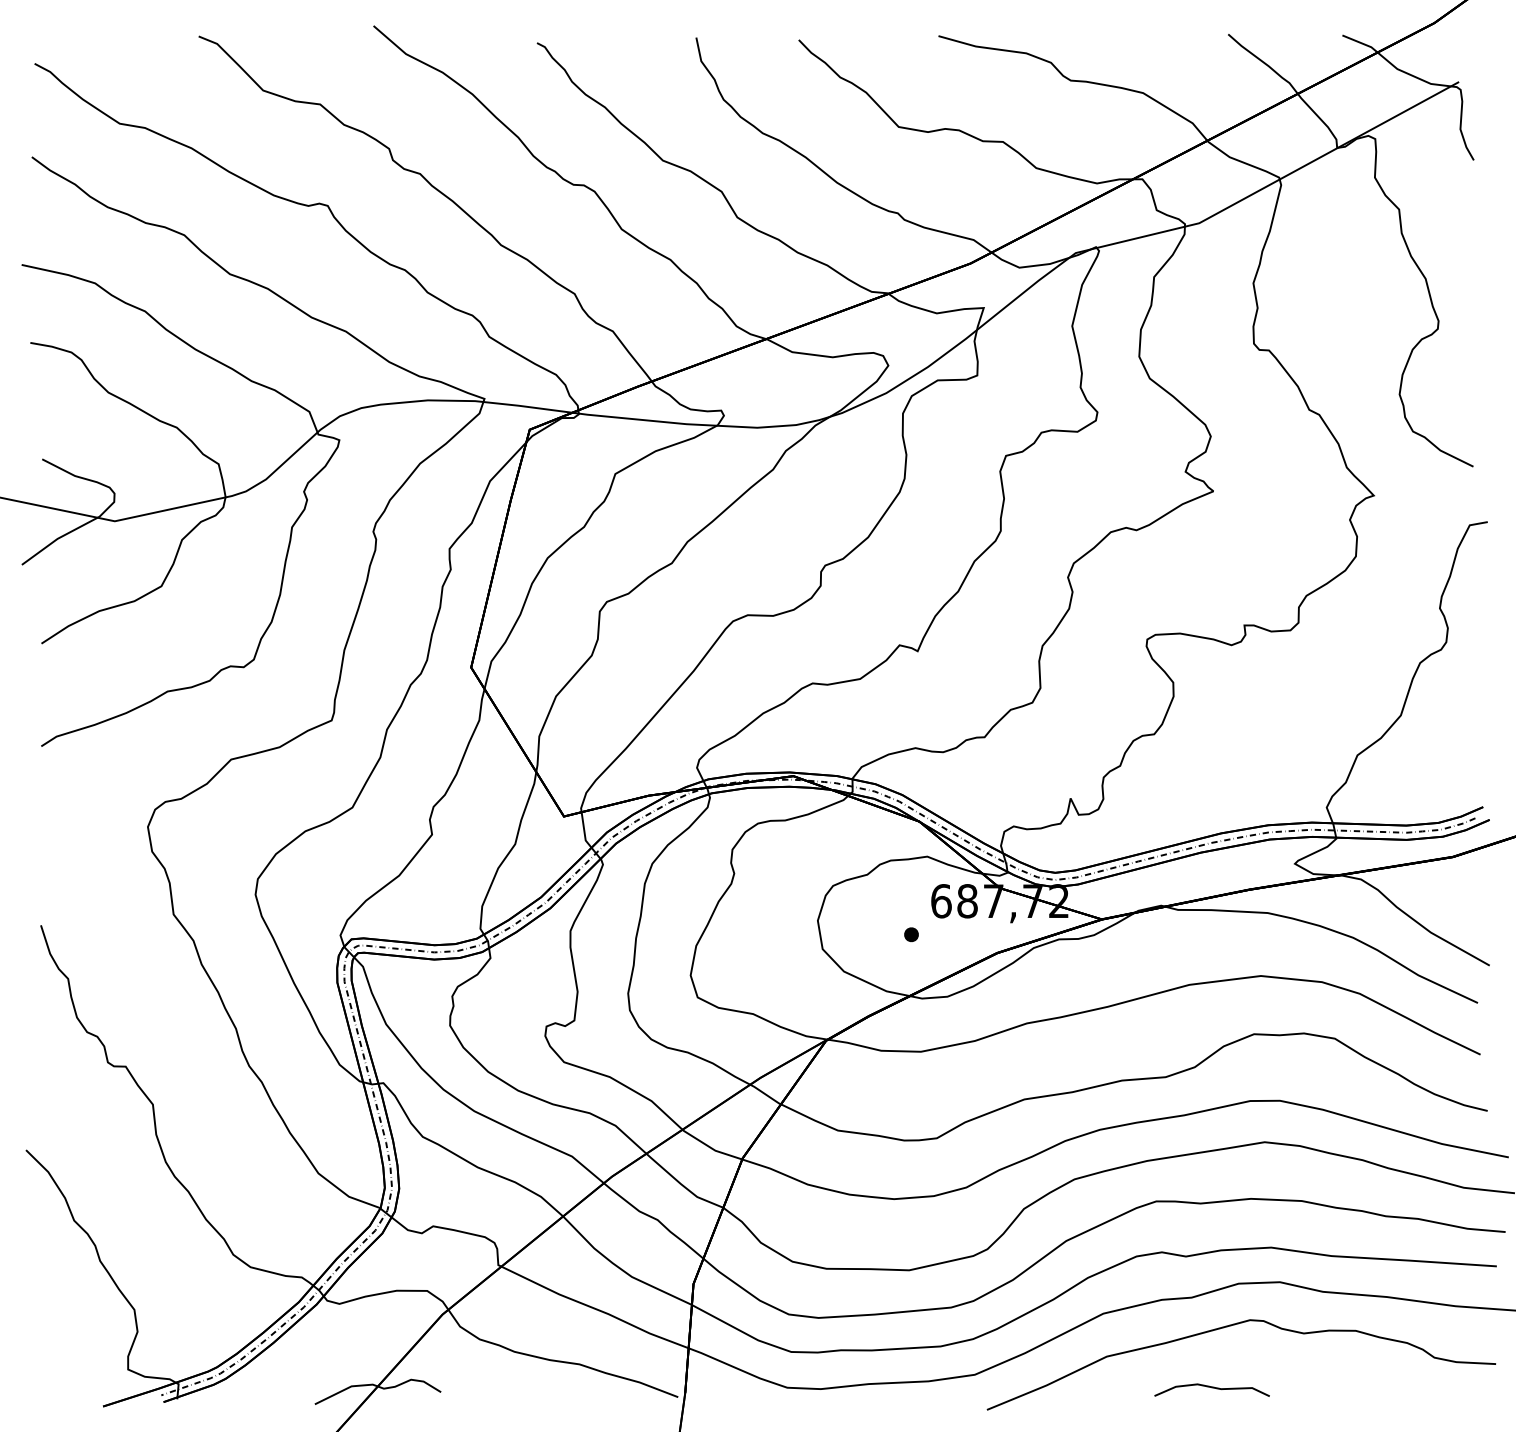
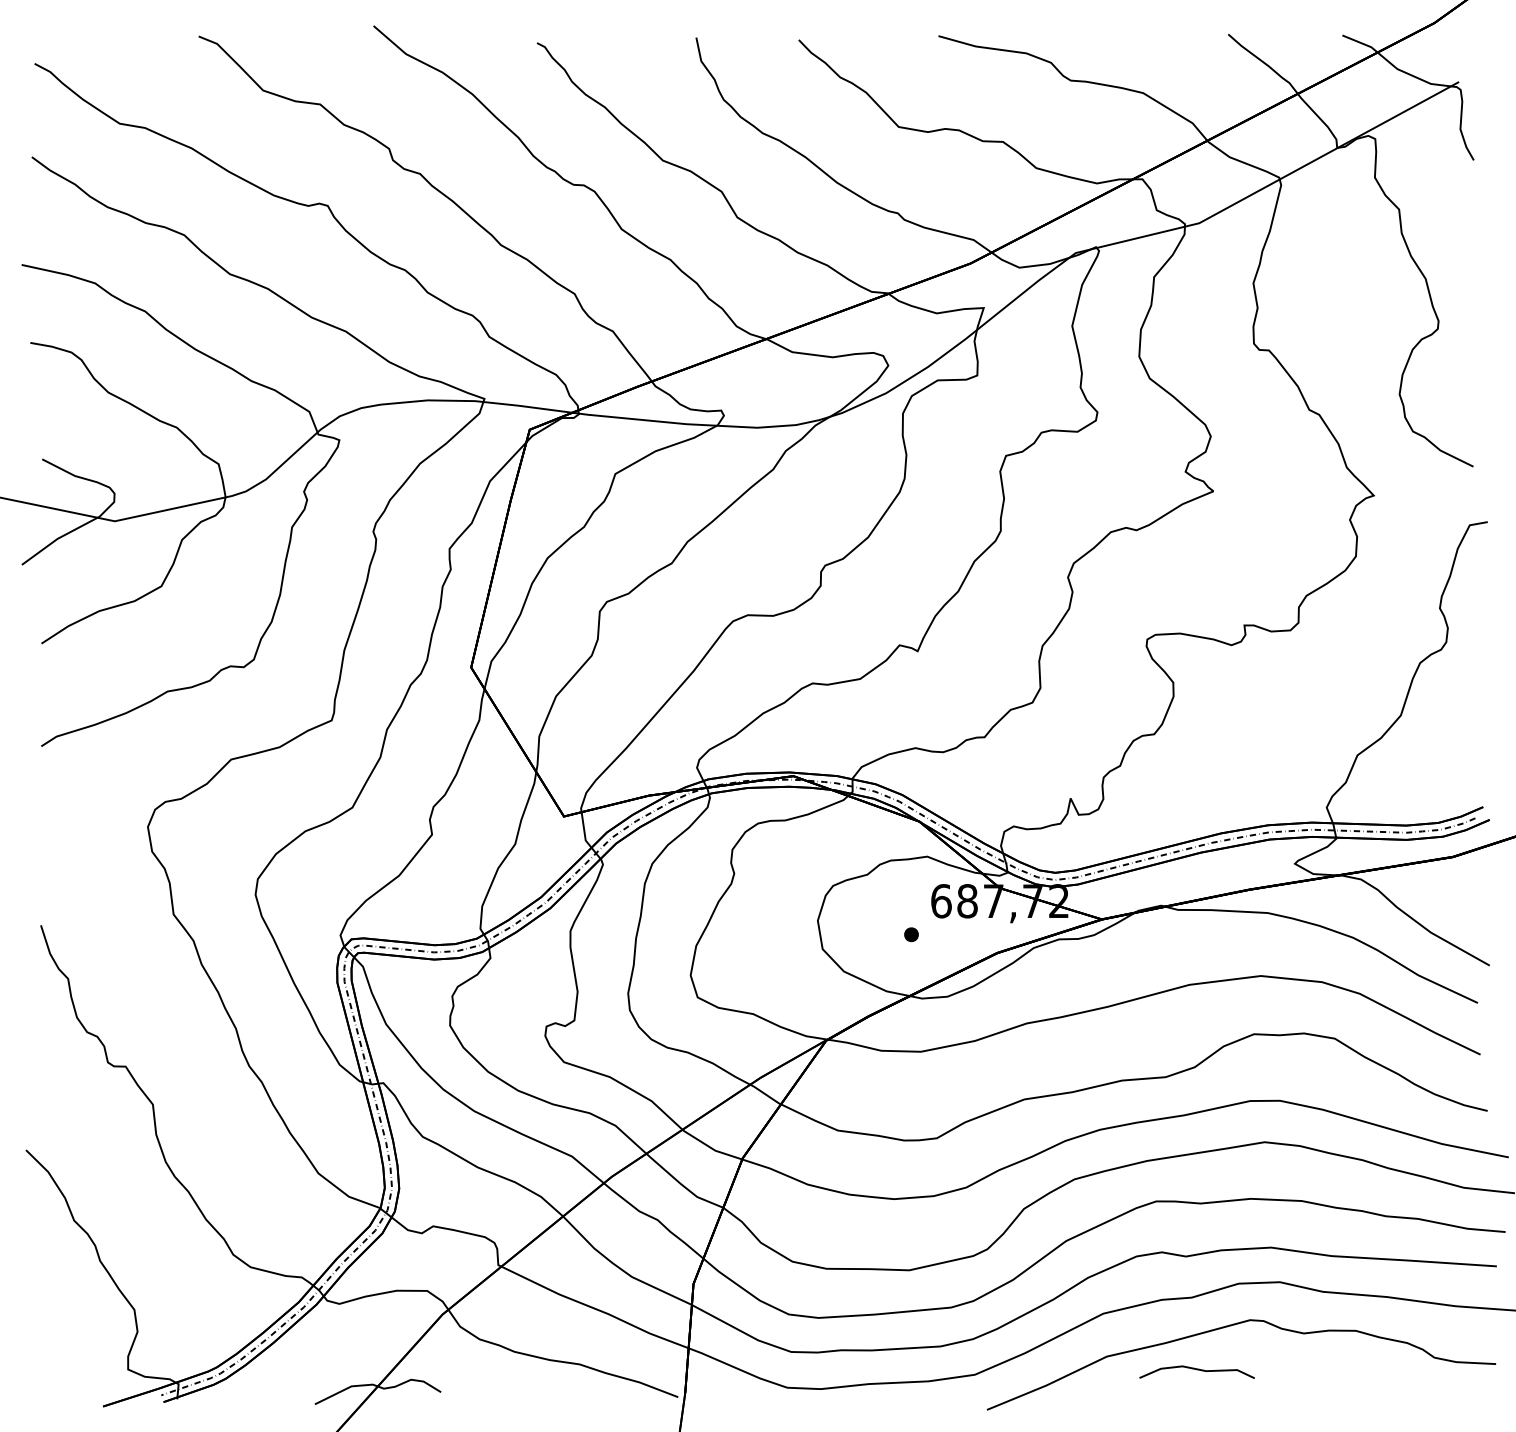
curve at (1211, 1388) position: (1211, 1388) -> (1196, 1370)
